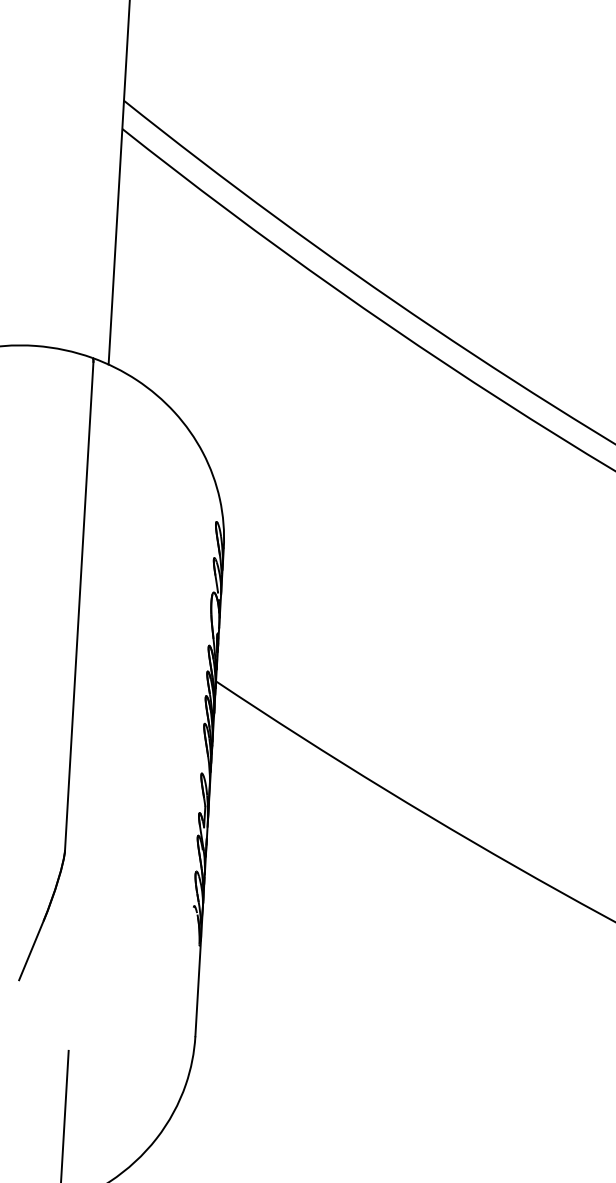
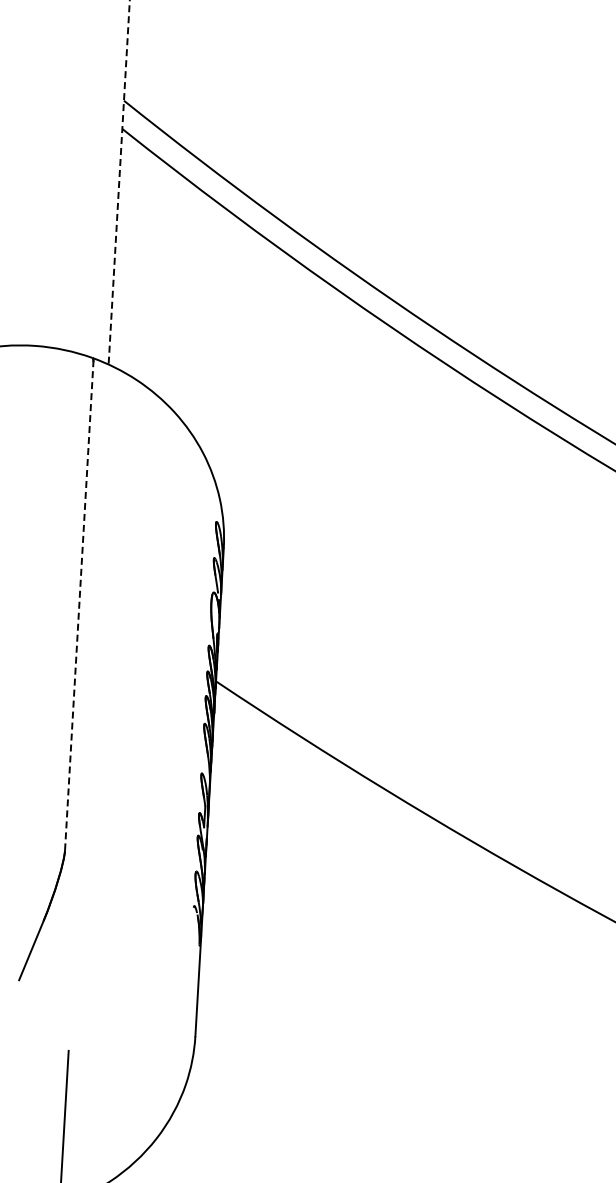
line at (119, 182): solid -> dashed
line at (79, 605): solid -> dashed
